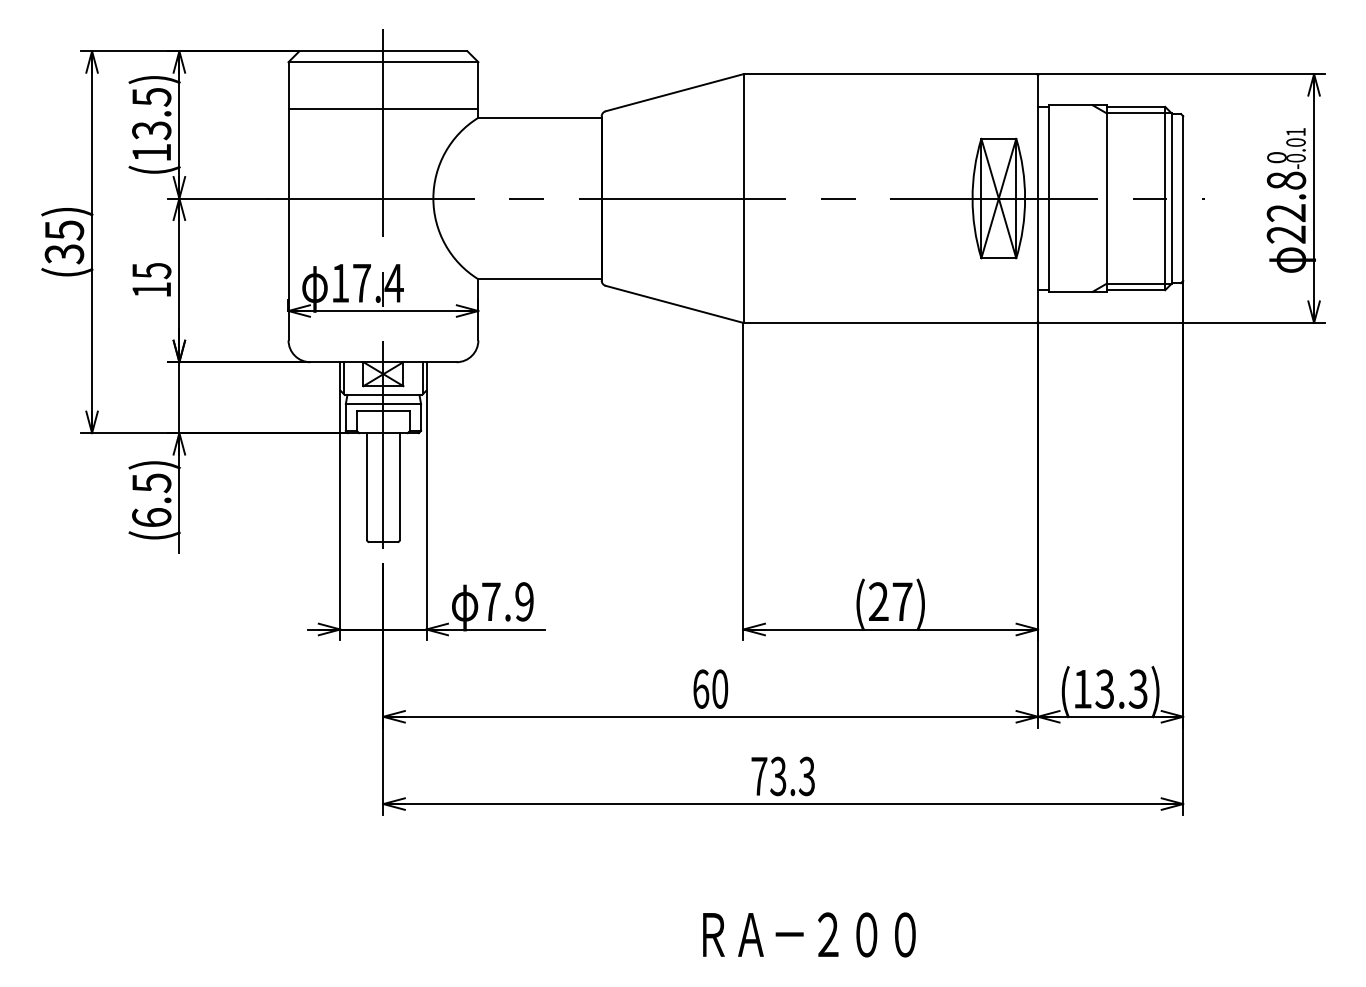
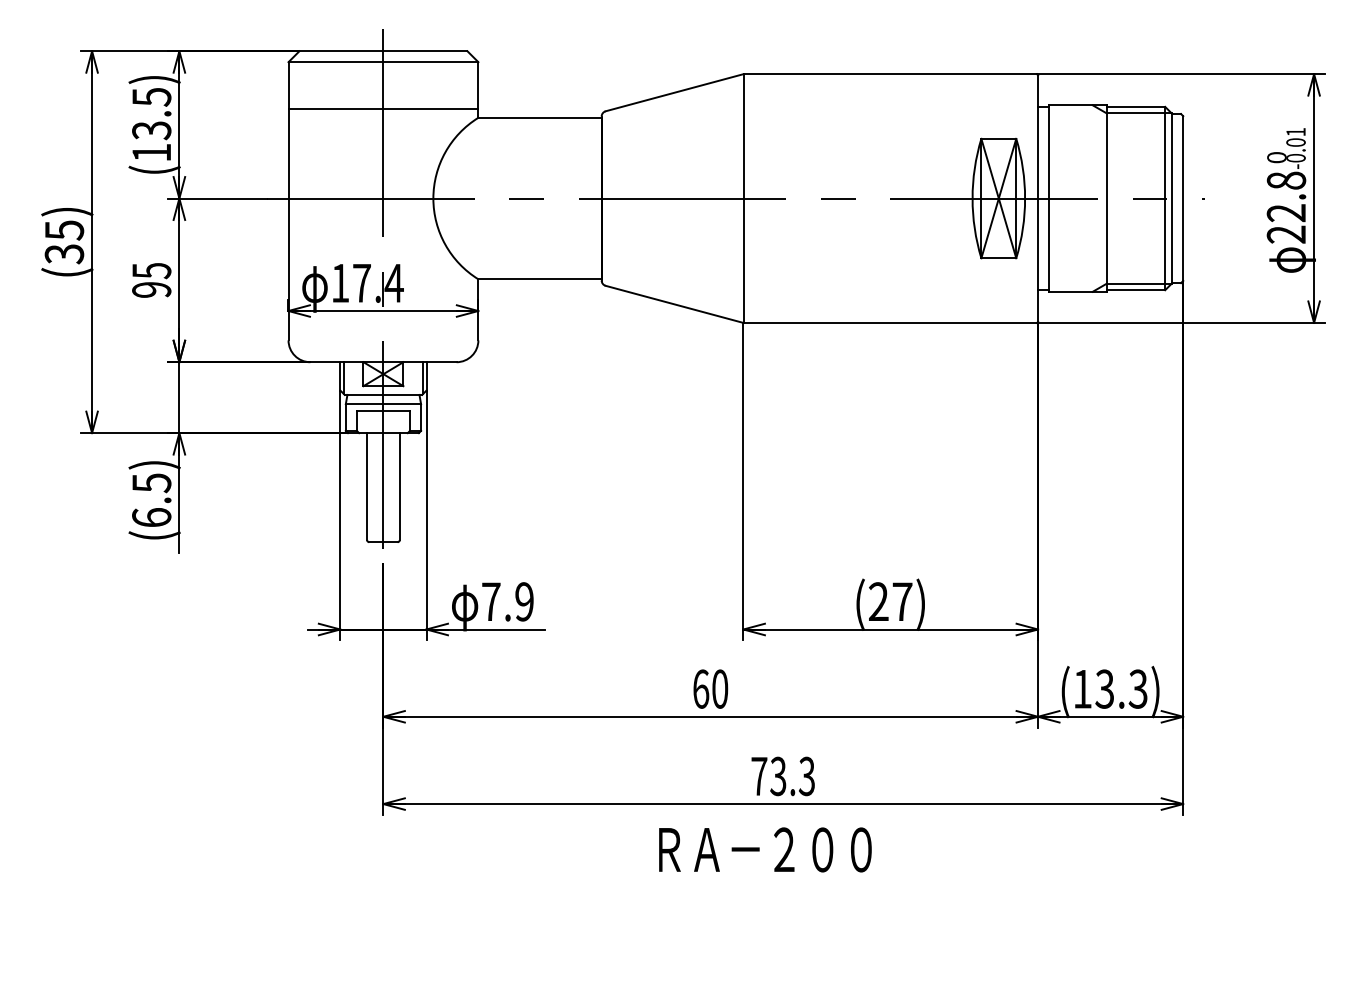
text at (151, 289): 15 -> 95
text at (809, 934) position: (809, 934) -> (765, 849)
